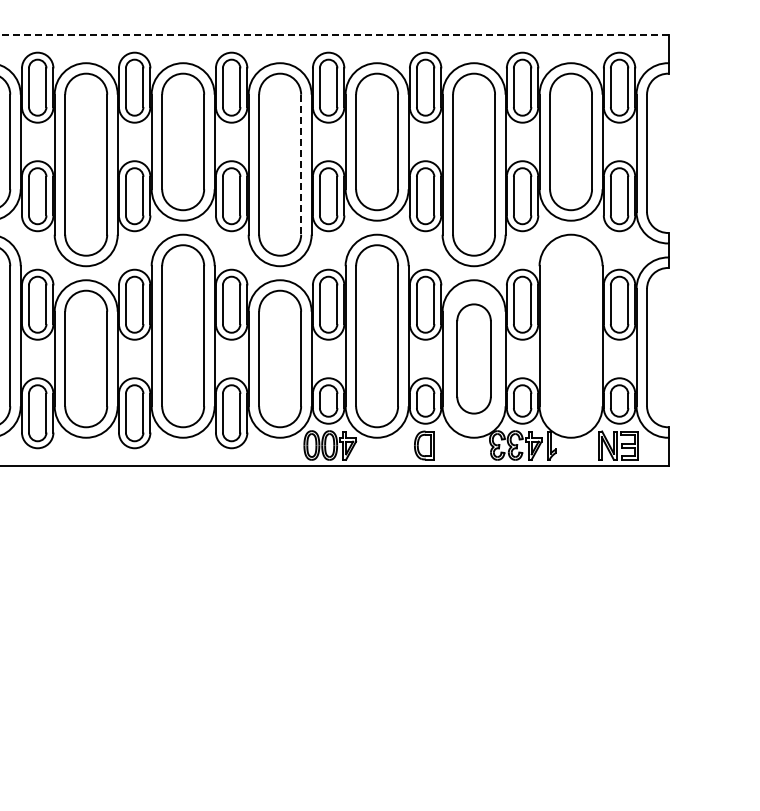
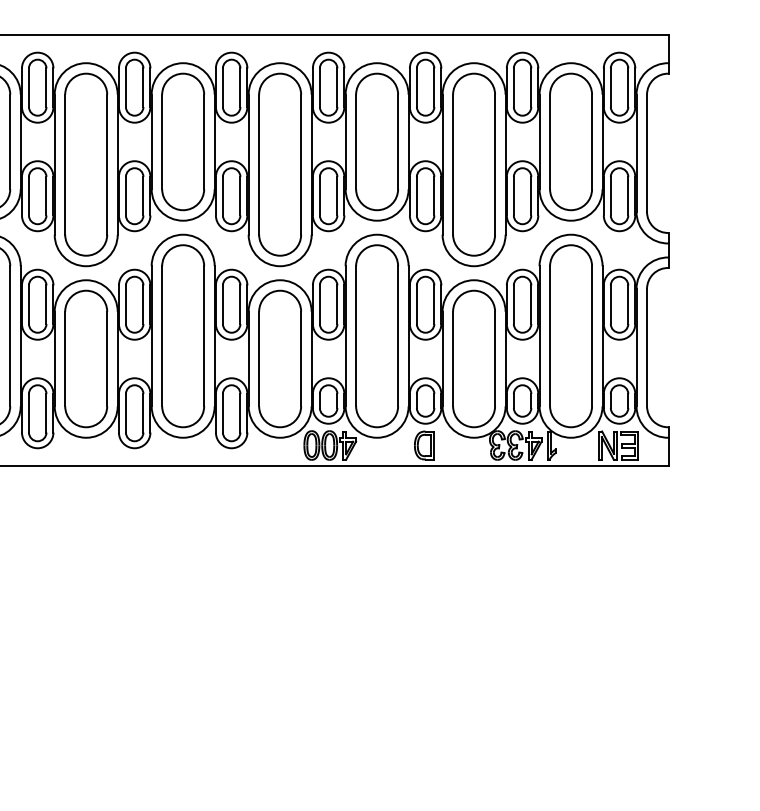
line at (334, 35): dashed -> solid
line at (301, 165): dashed -> solid
part at (570, 336): none -> present
part at (473, 358) size: 36x112 px -> 44x140 px
